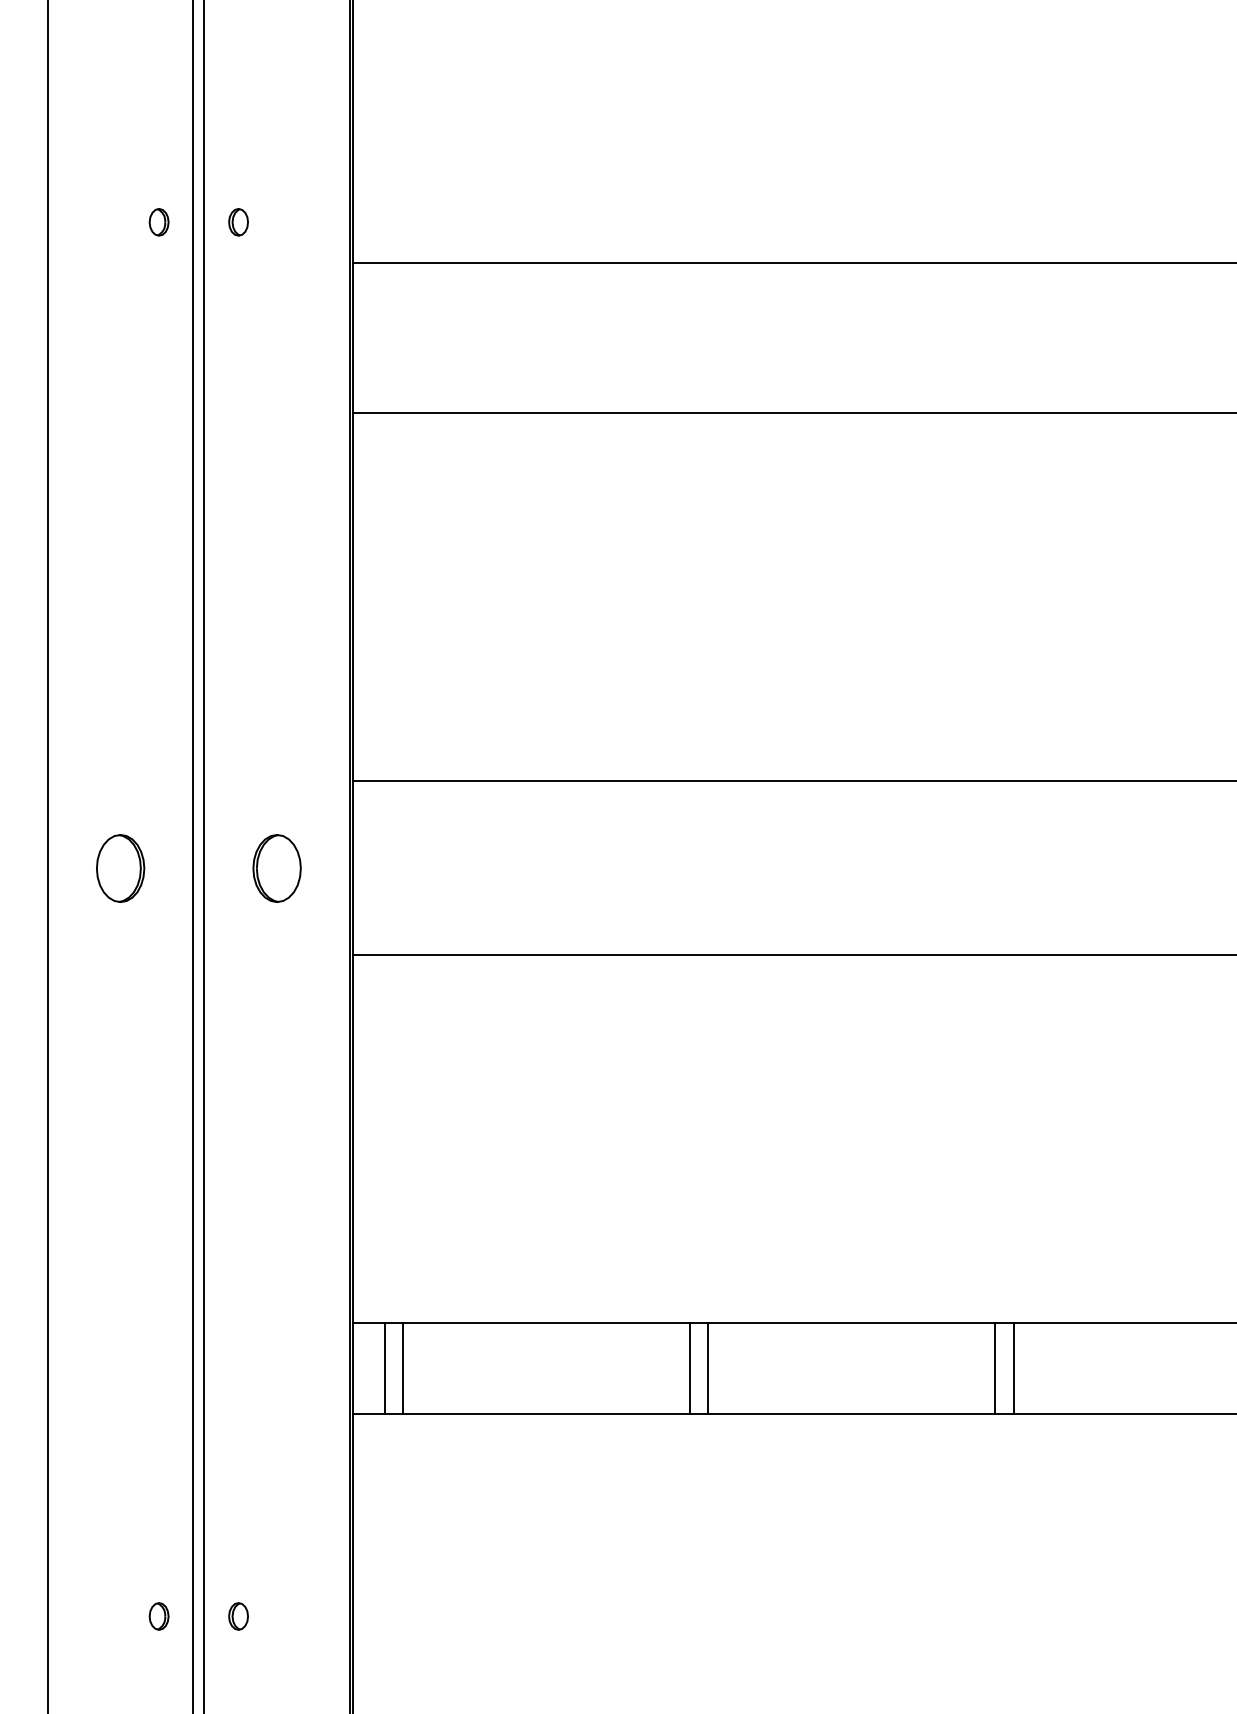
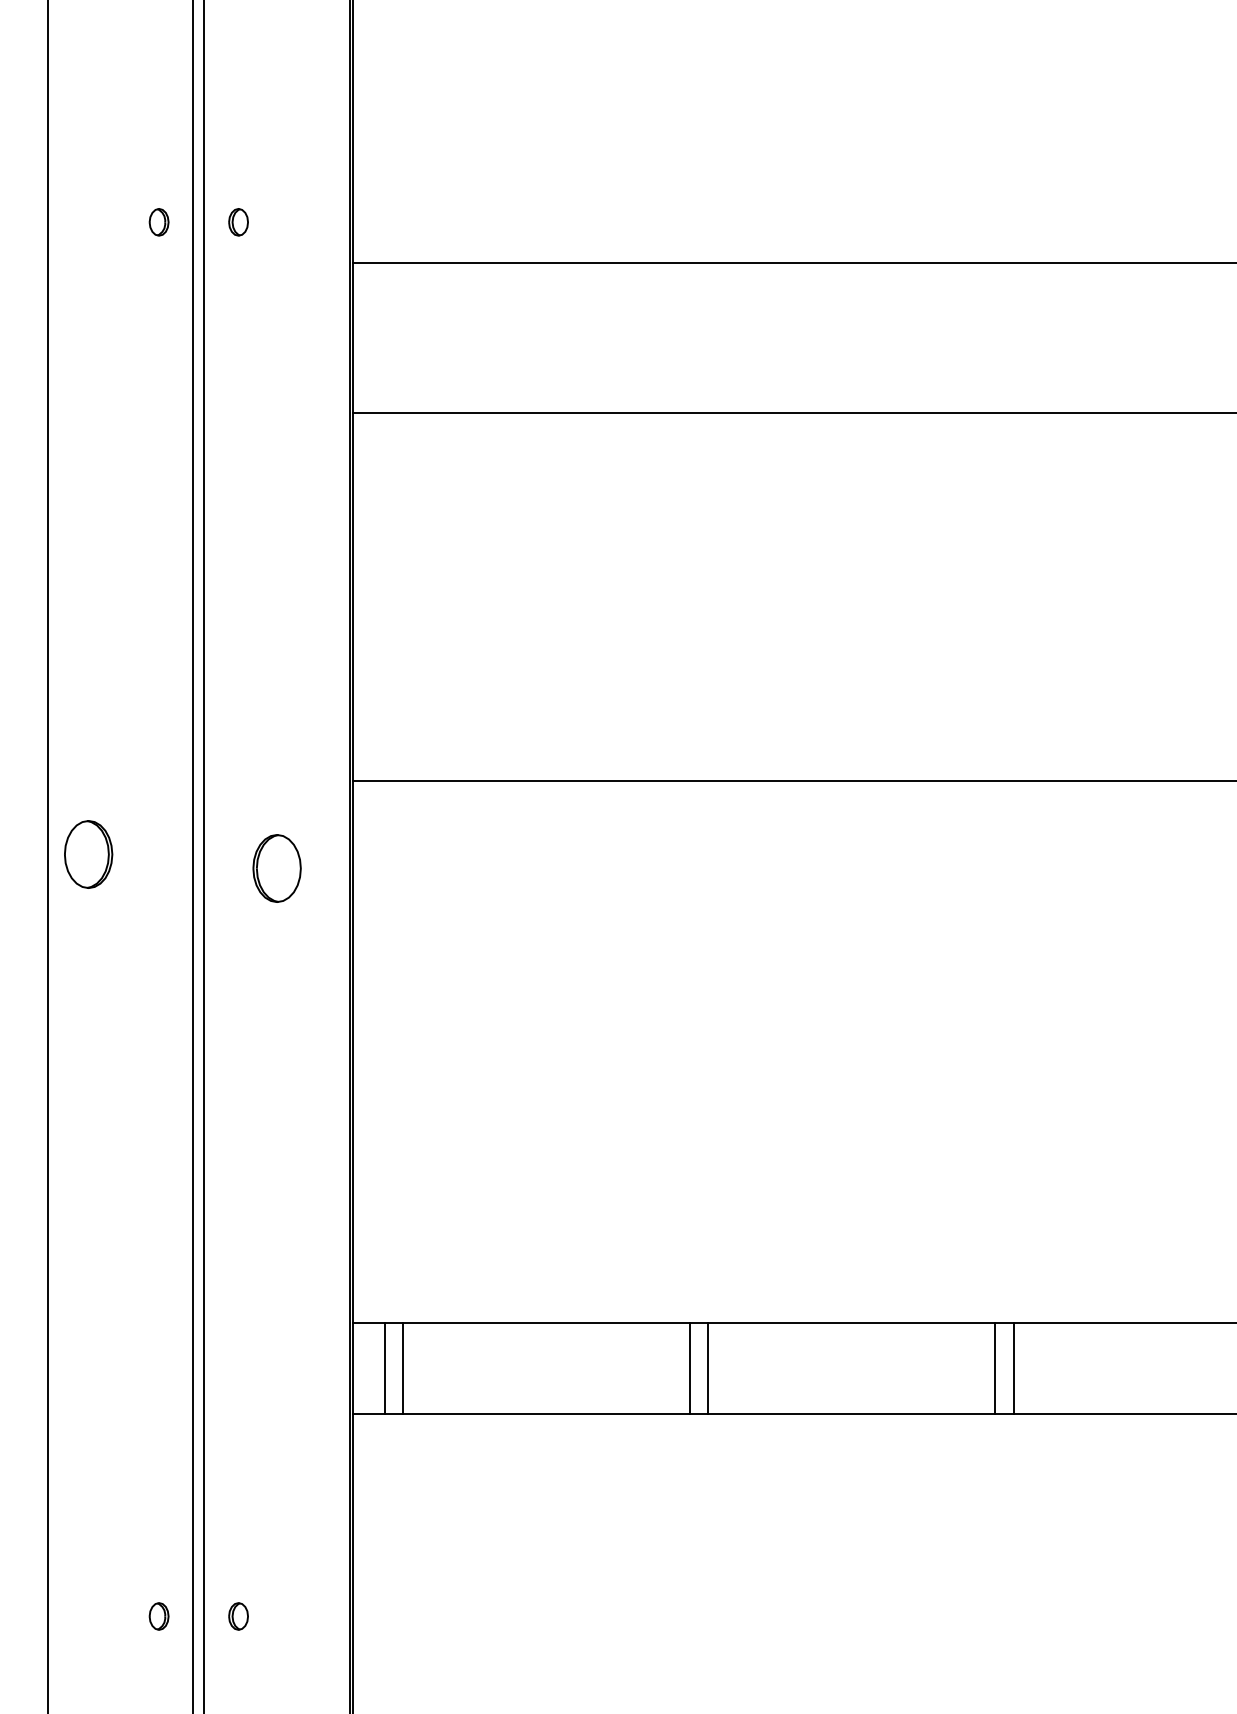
part at (120, 868) position: (120, 868) -> (88, 854)
line at (793, 955): present -> none
